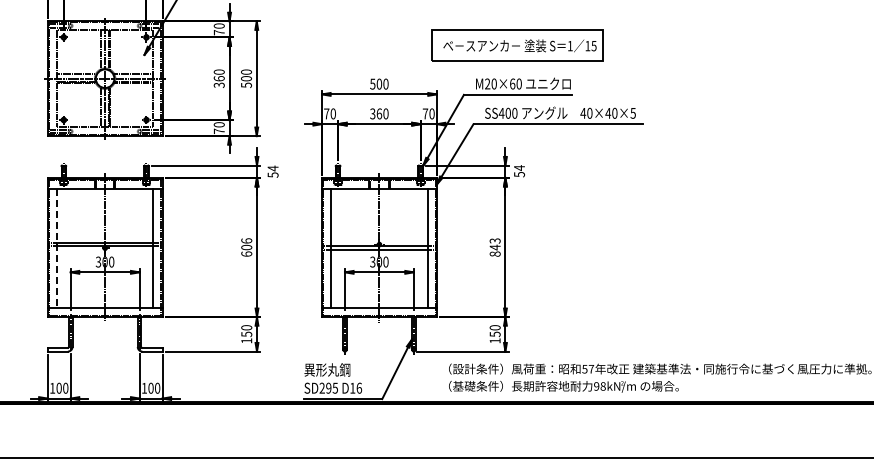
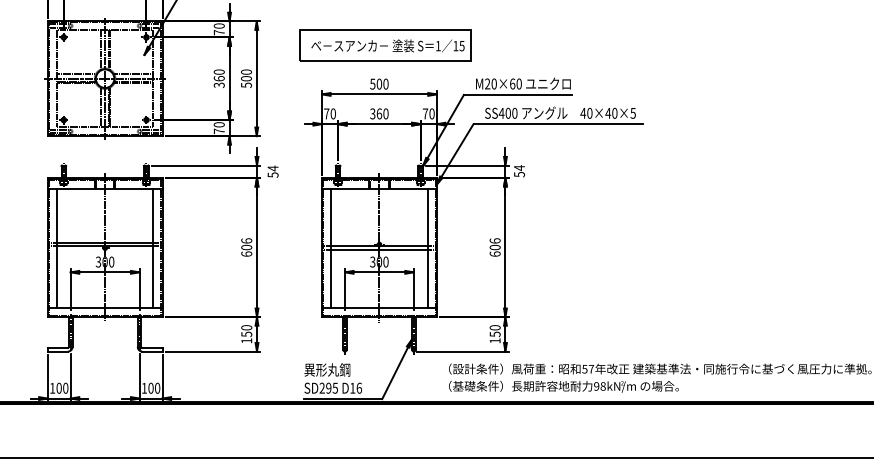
part at (517, 45) position: (517, 45) -> (385, 45)
text at (494, 247): 843 -> 606
line at (56, 248): dashed -> solid
